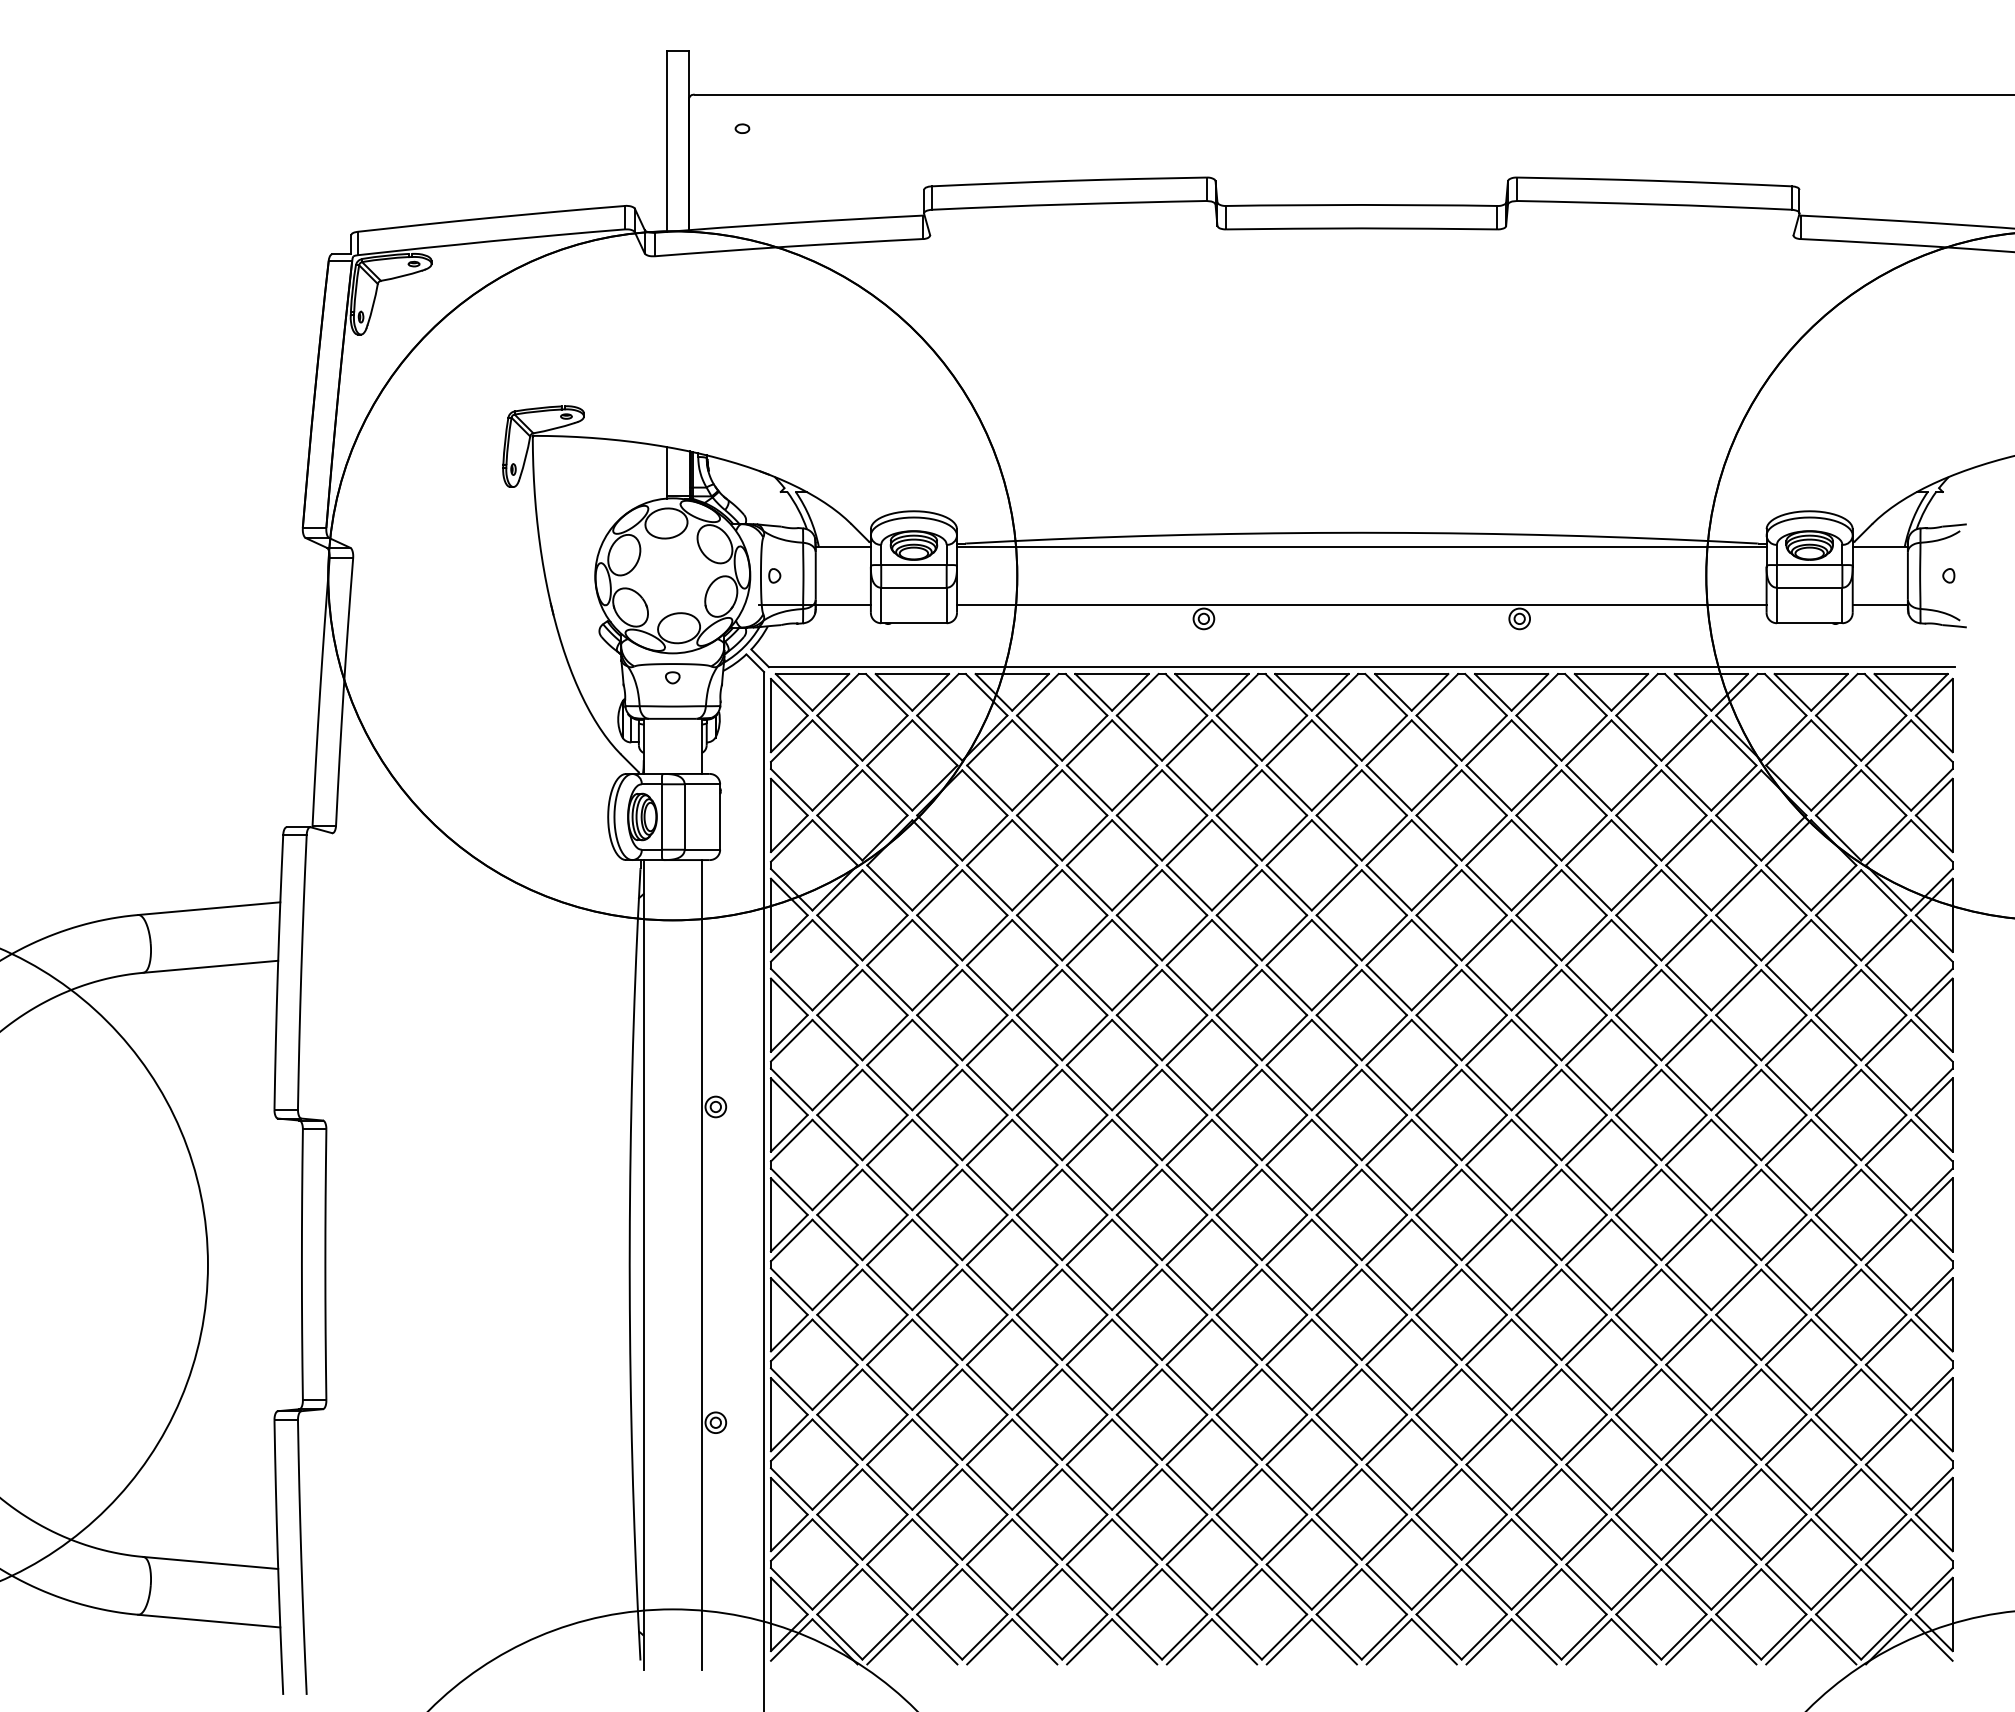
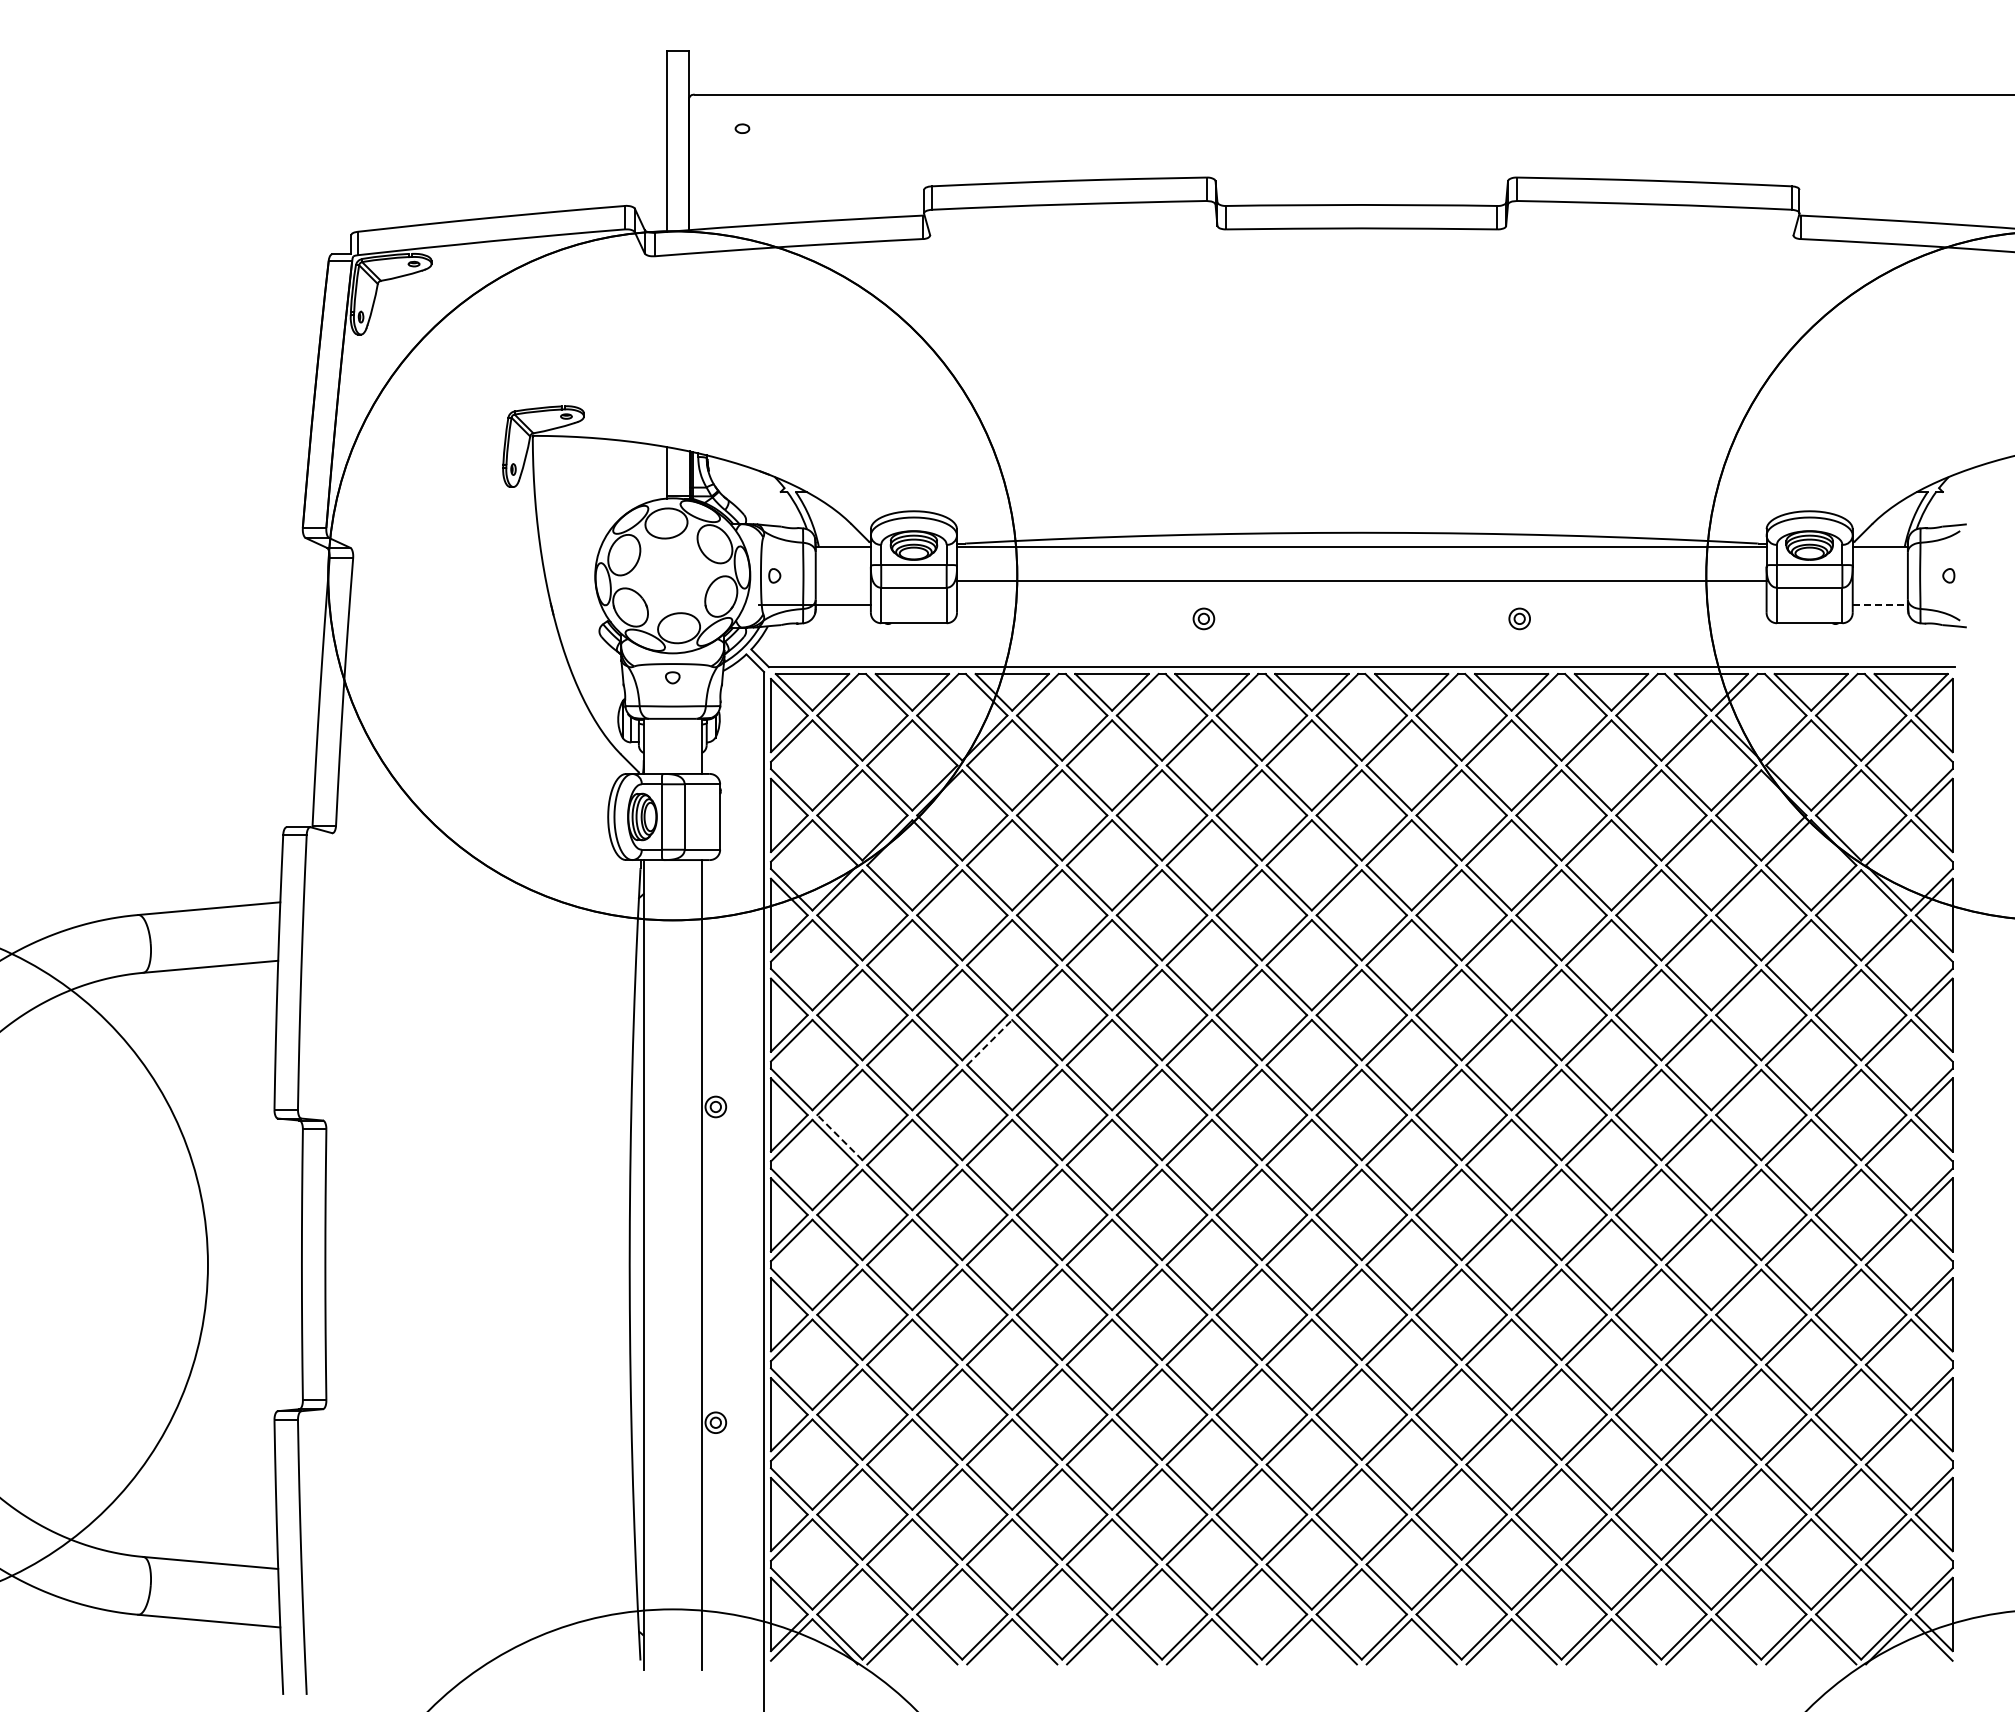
line at (1361, 604) position: (1361, 604) -> (1361, 580)
line at (1880, 604): solid -> dashed
line at (989, 1042): solid -> dashed
line at (839, 1137): solid -> dashed
